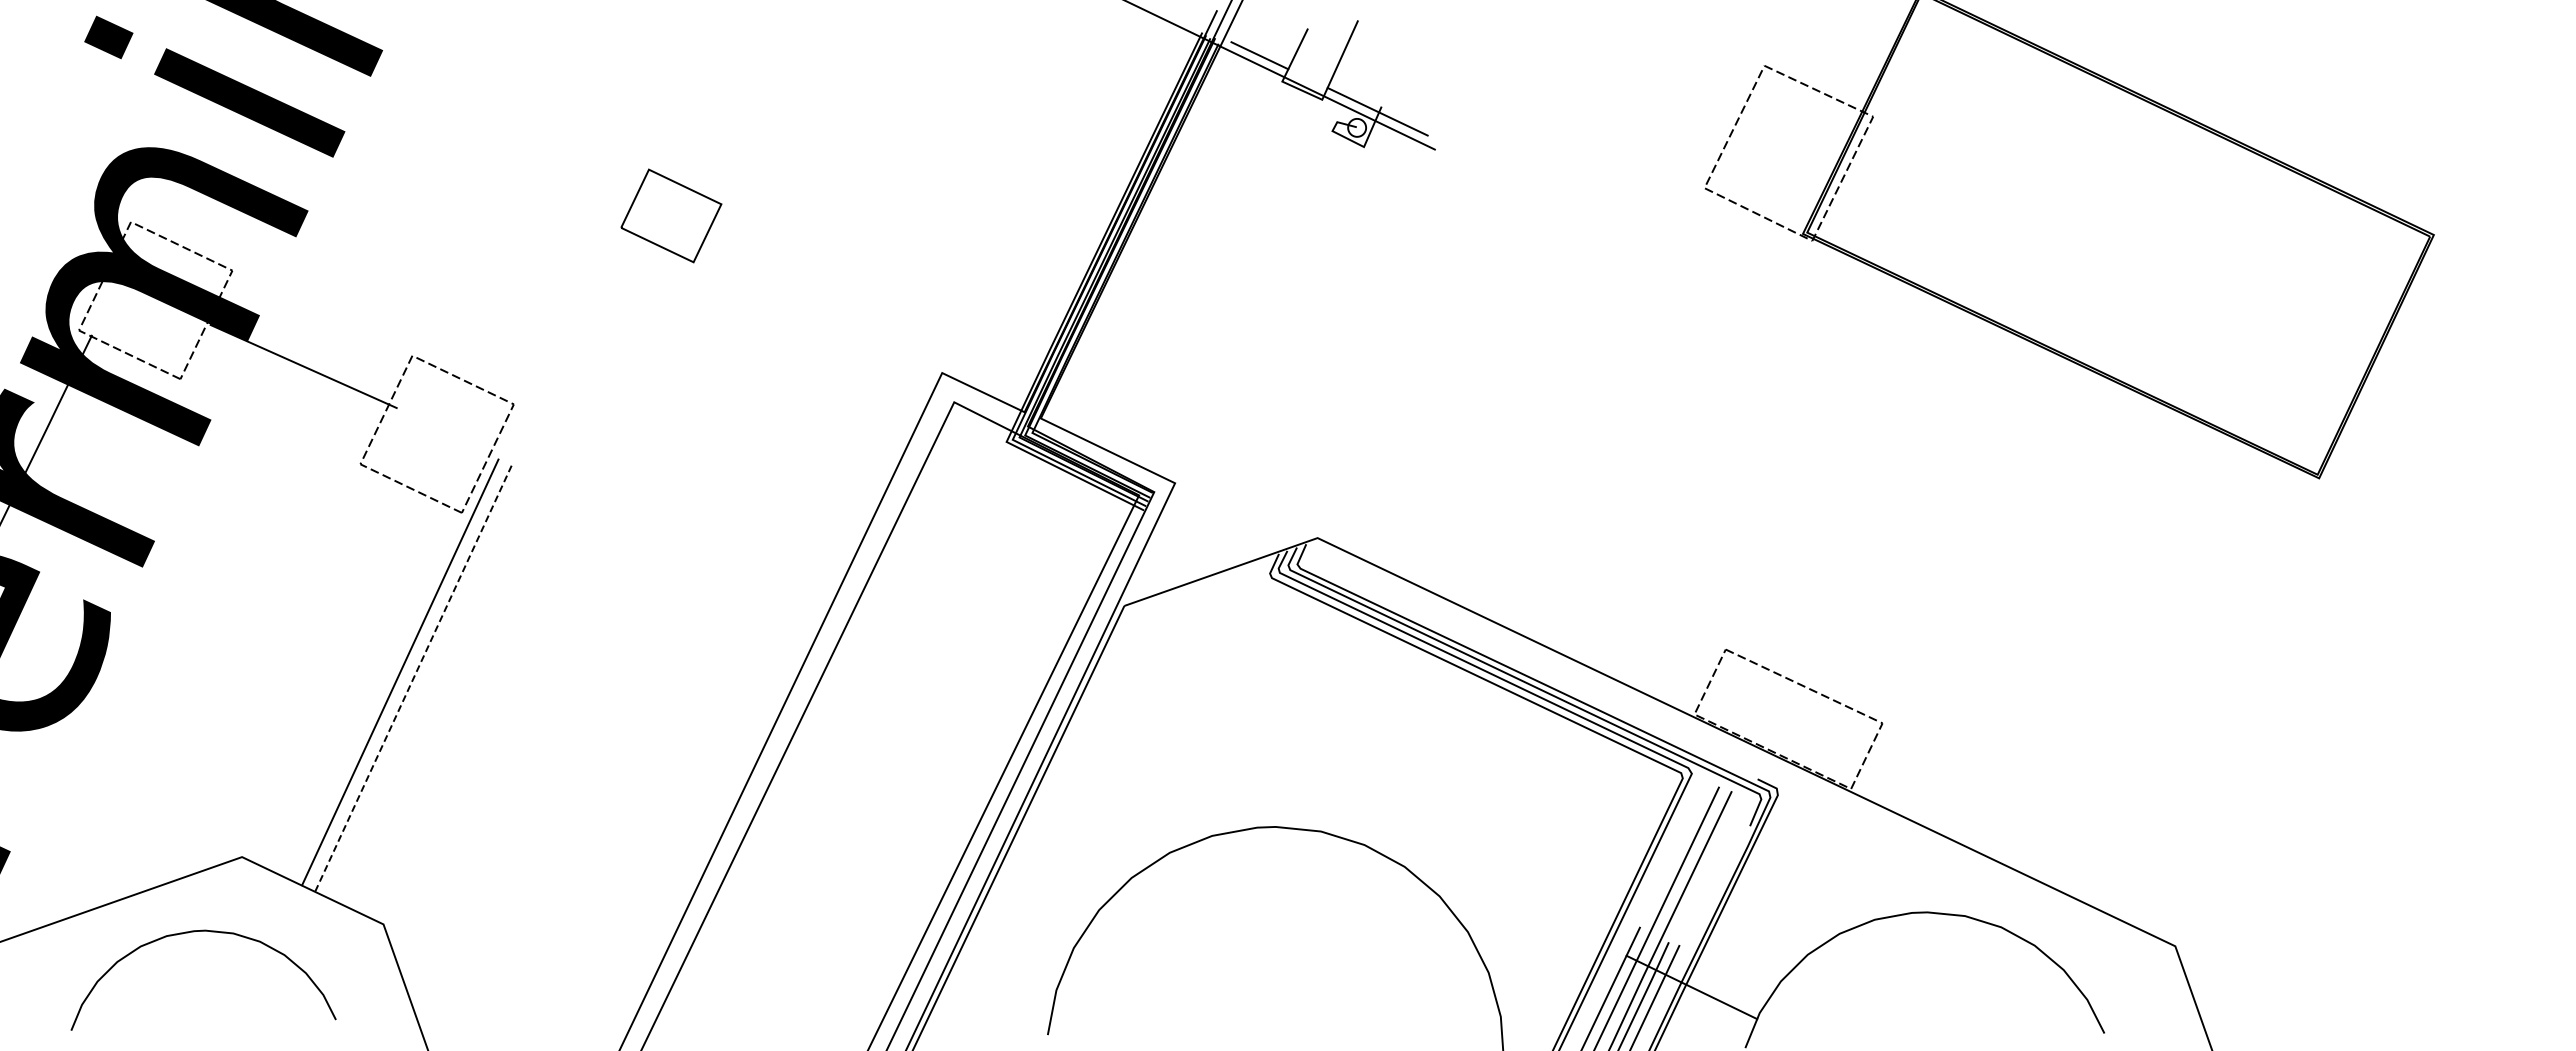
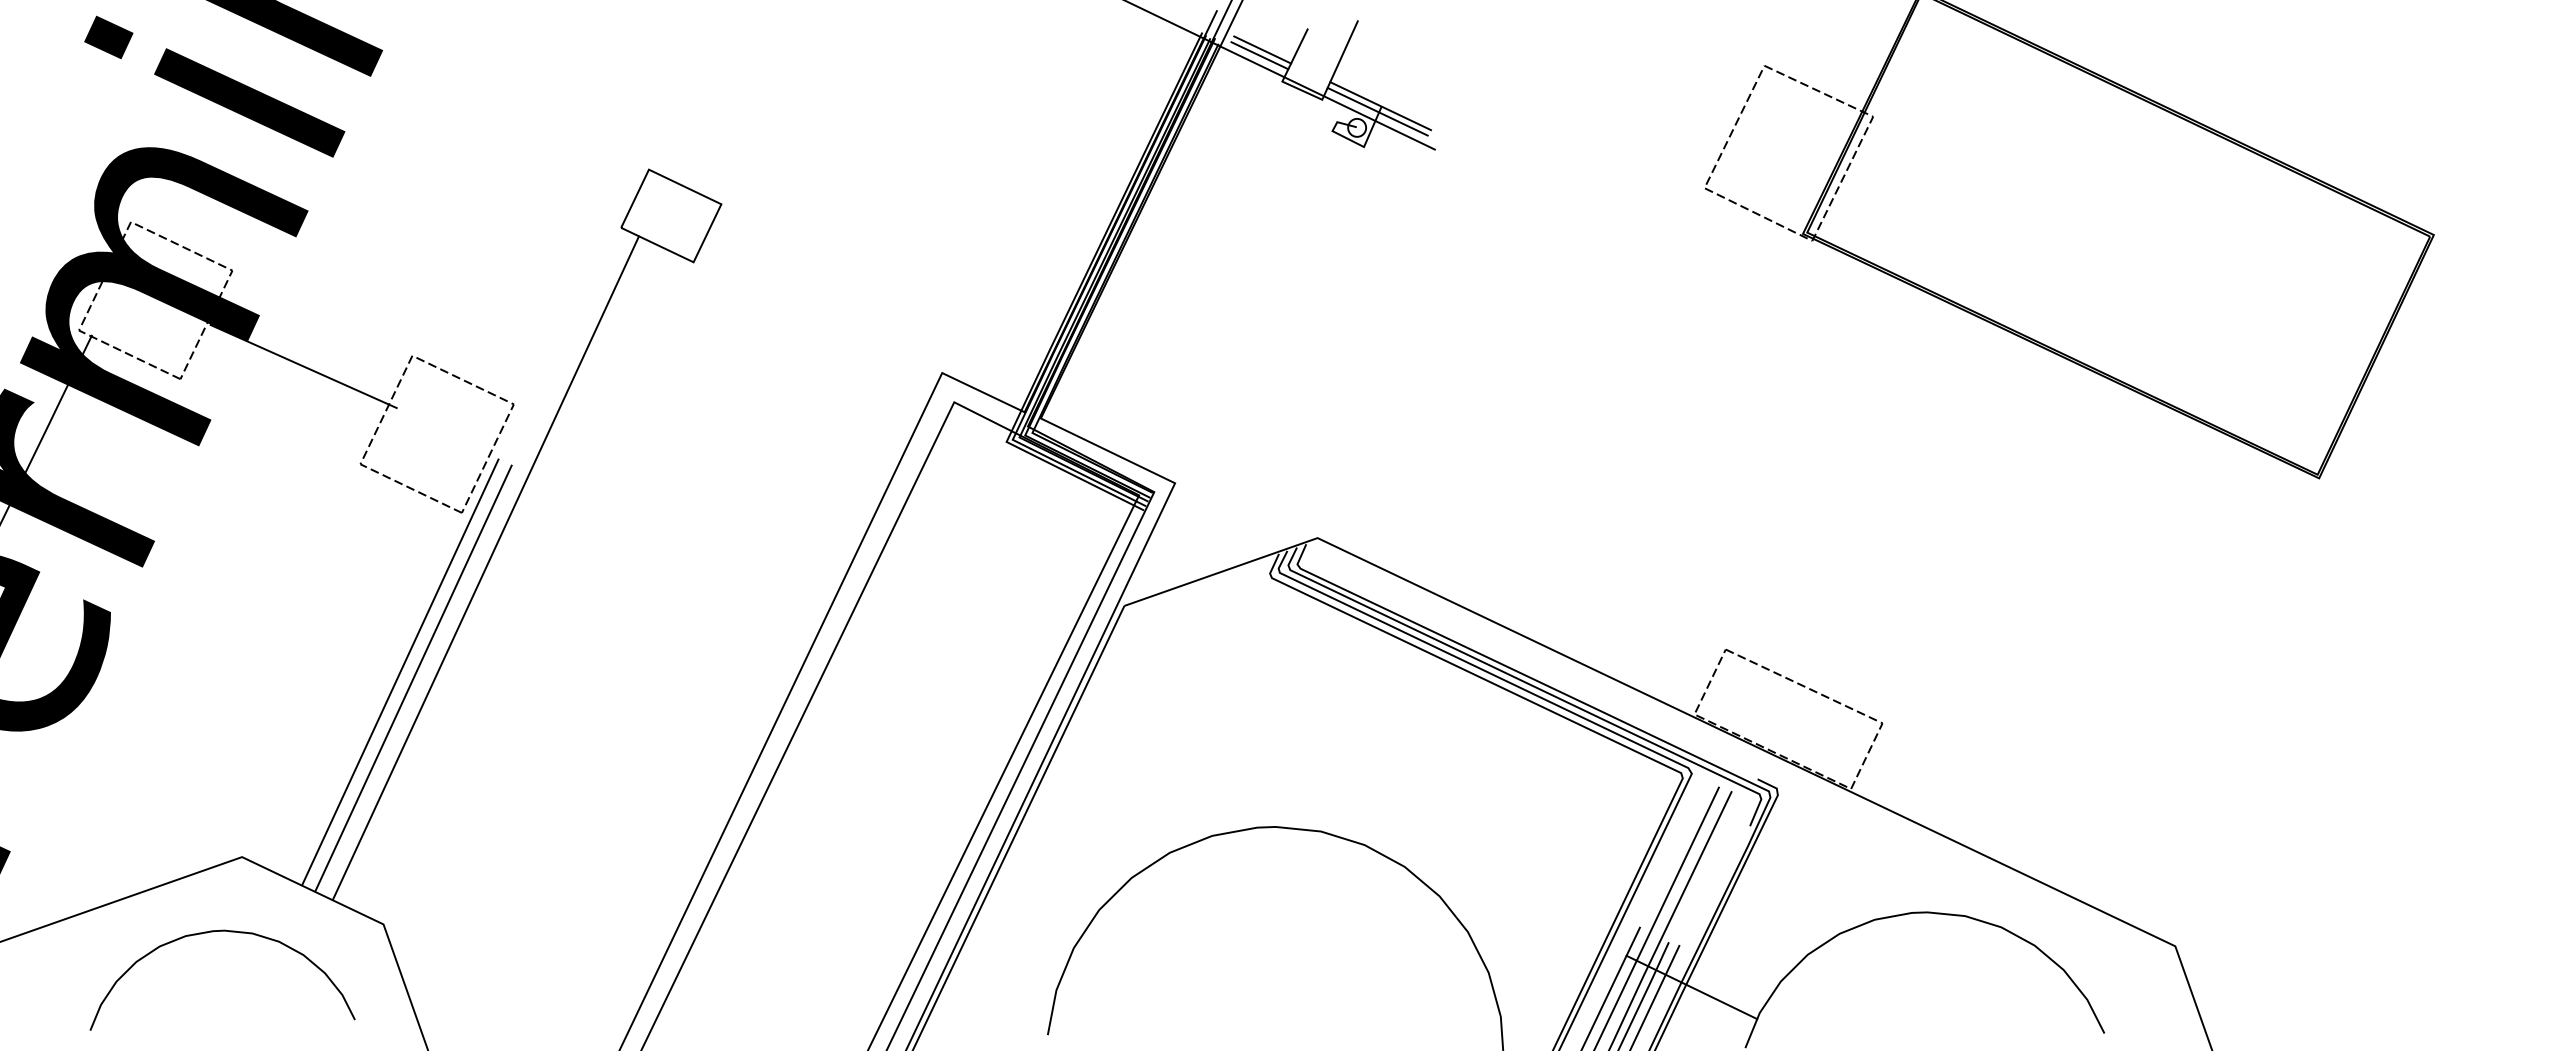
line at (1262, 49): none -> present
line at (1380, 106): none -> present
line at (485, 567): none -> present
line at (413, 679): dashed -> solid
curve at (211, 932) position: (211, 932) -> (230, 932)
